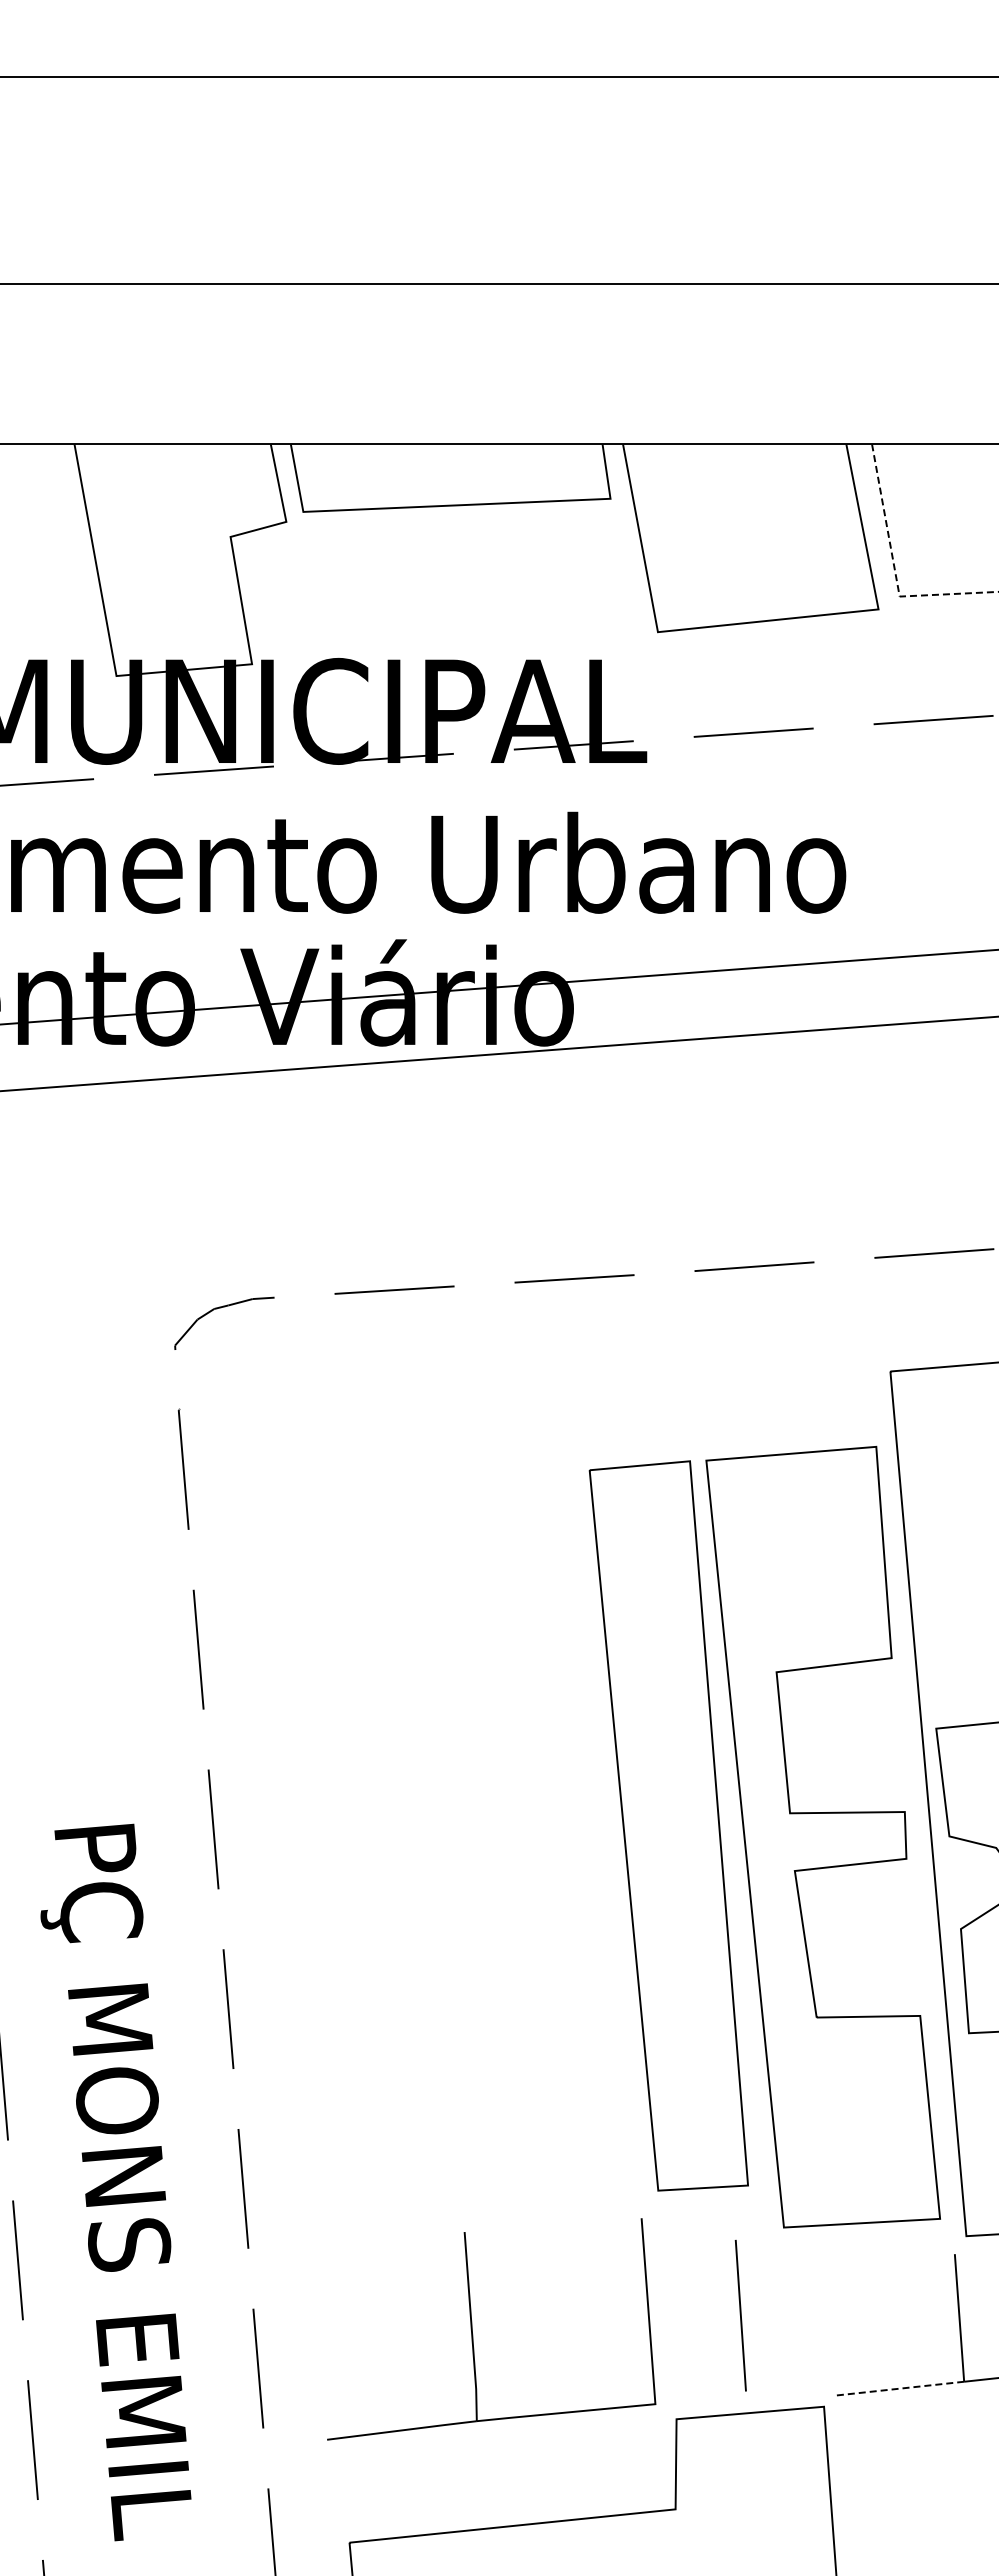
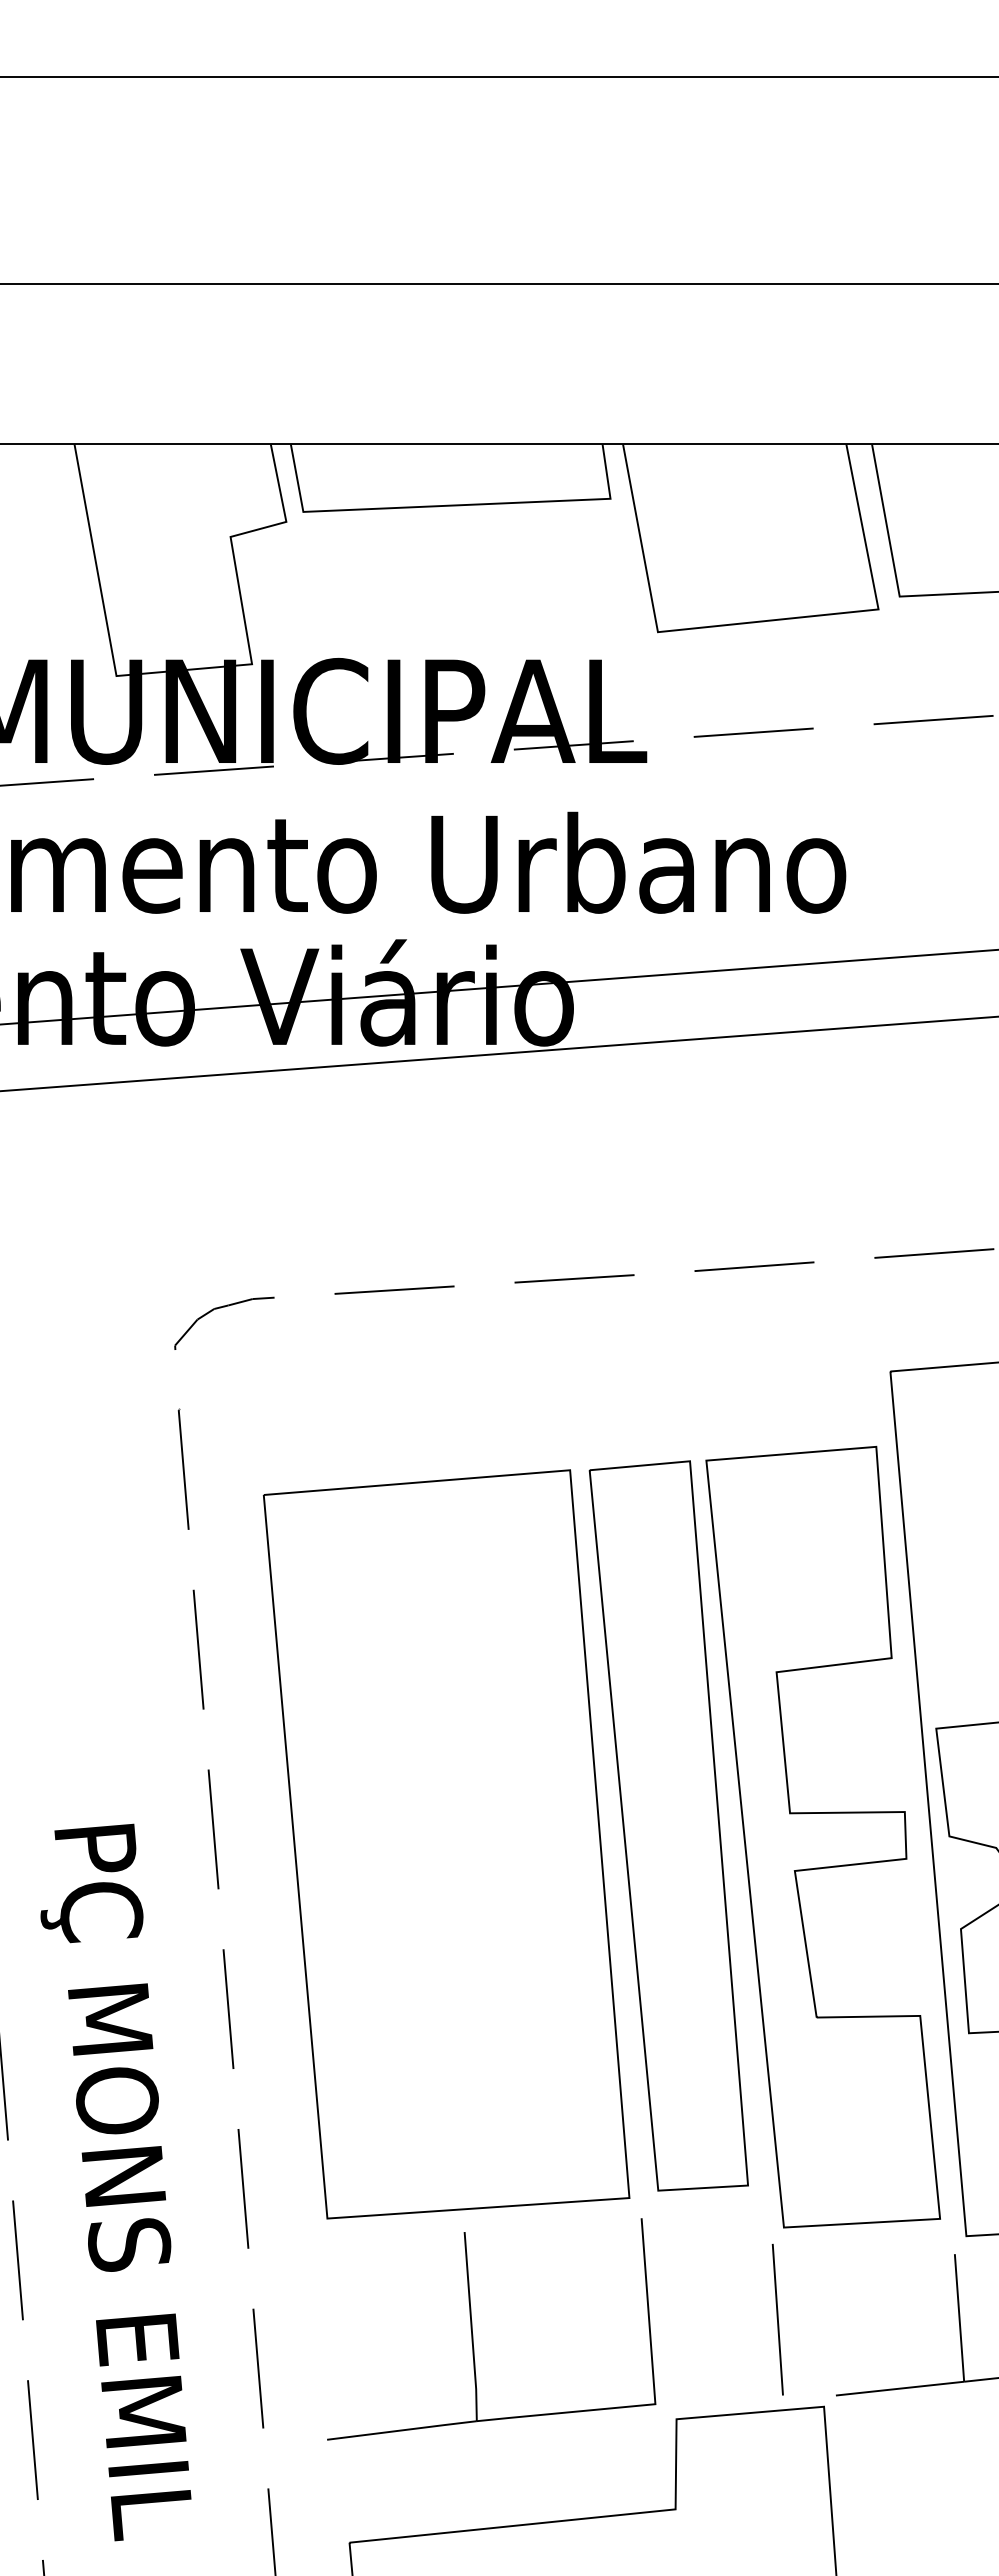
line at (894, 570): dashed -> solid
part at (446, 1844): none -> present
line at (740, 2315) position: (740, 2315) -> (777, 2319)
line at (899, 2388): dashed -> solid
